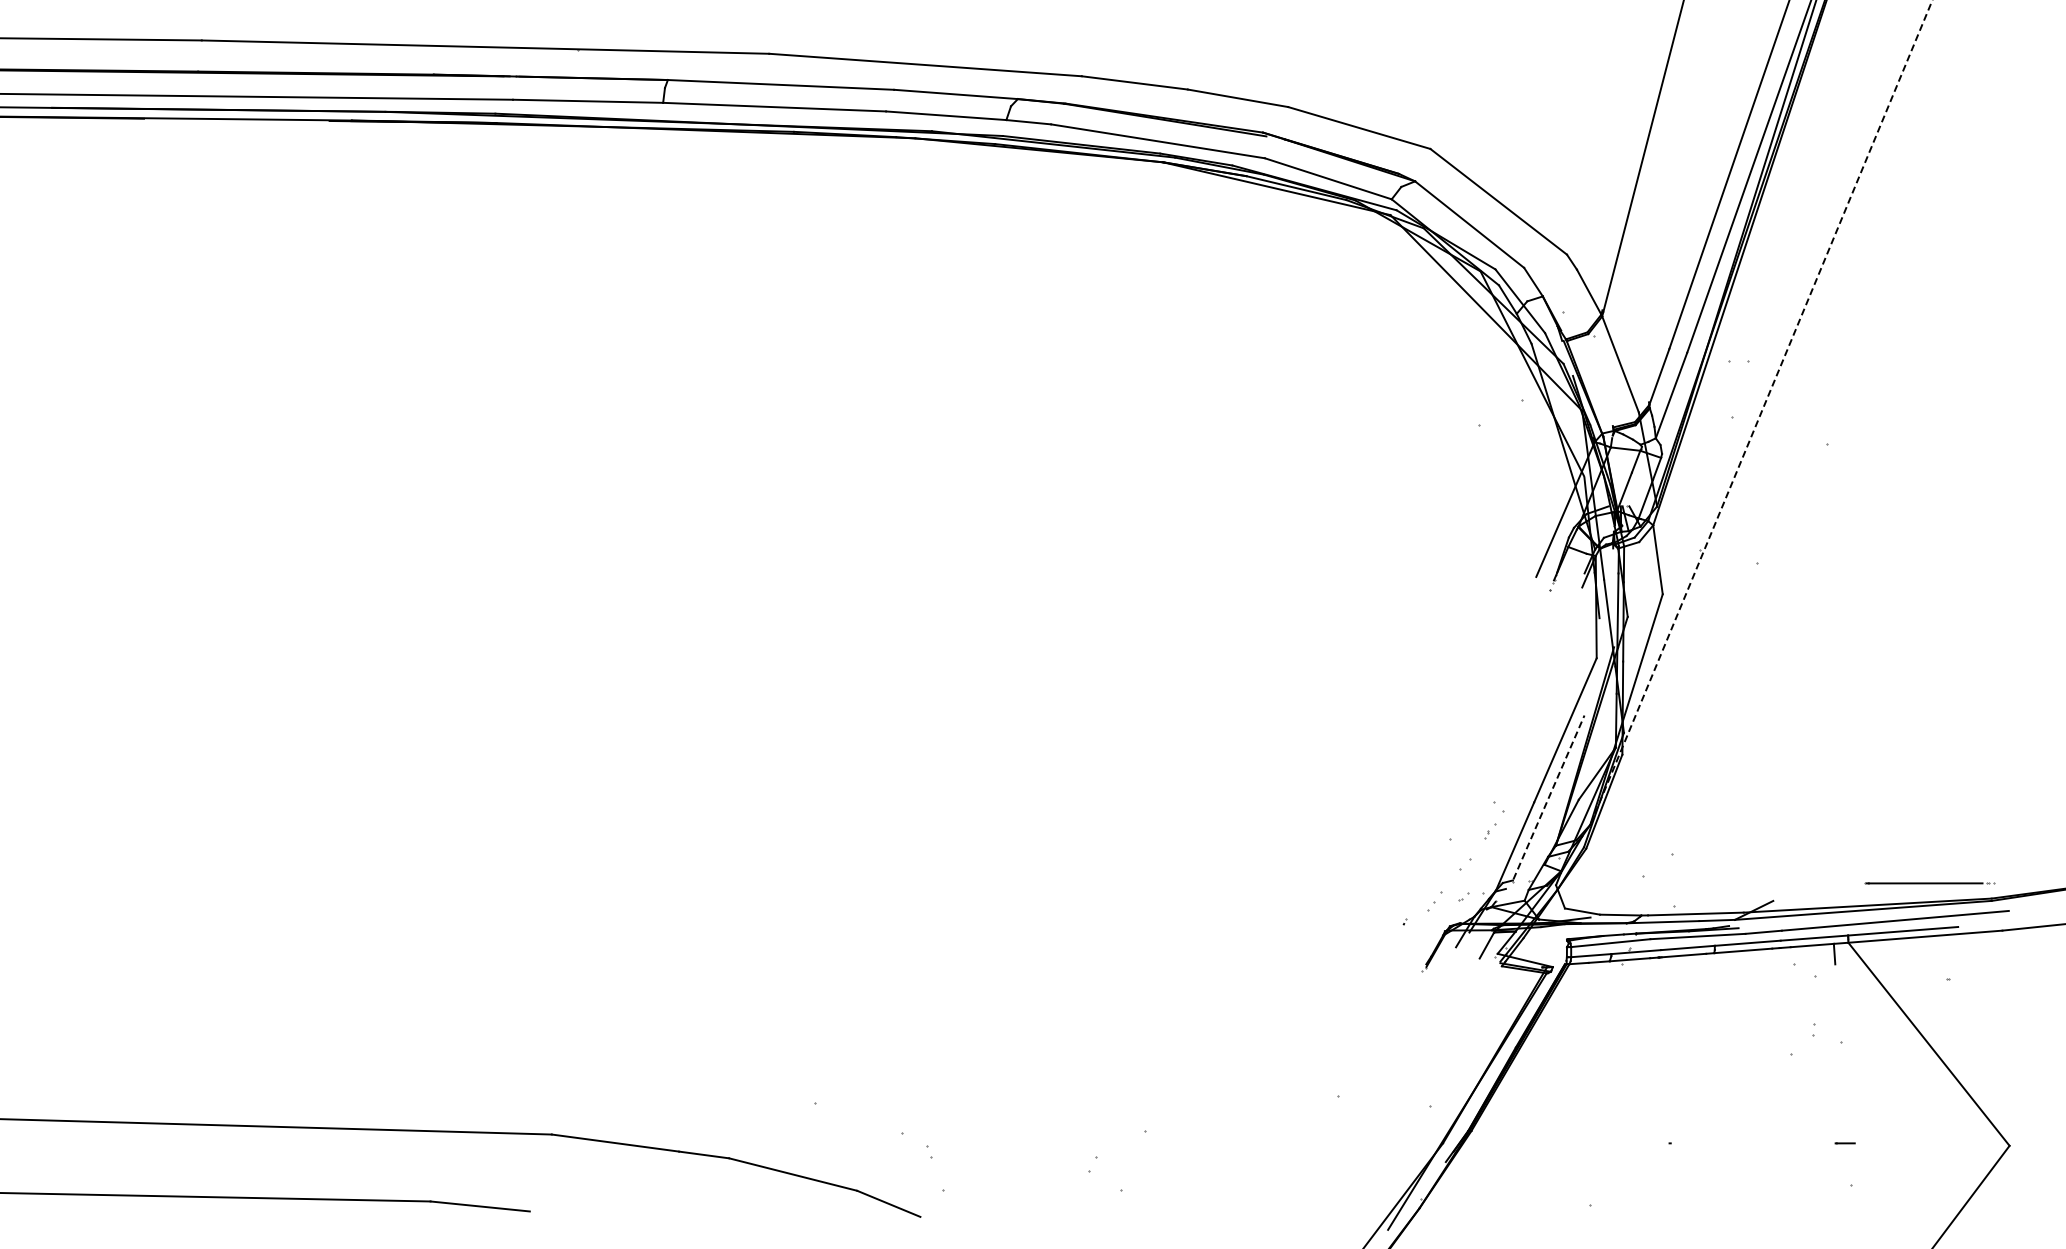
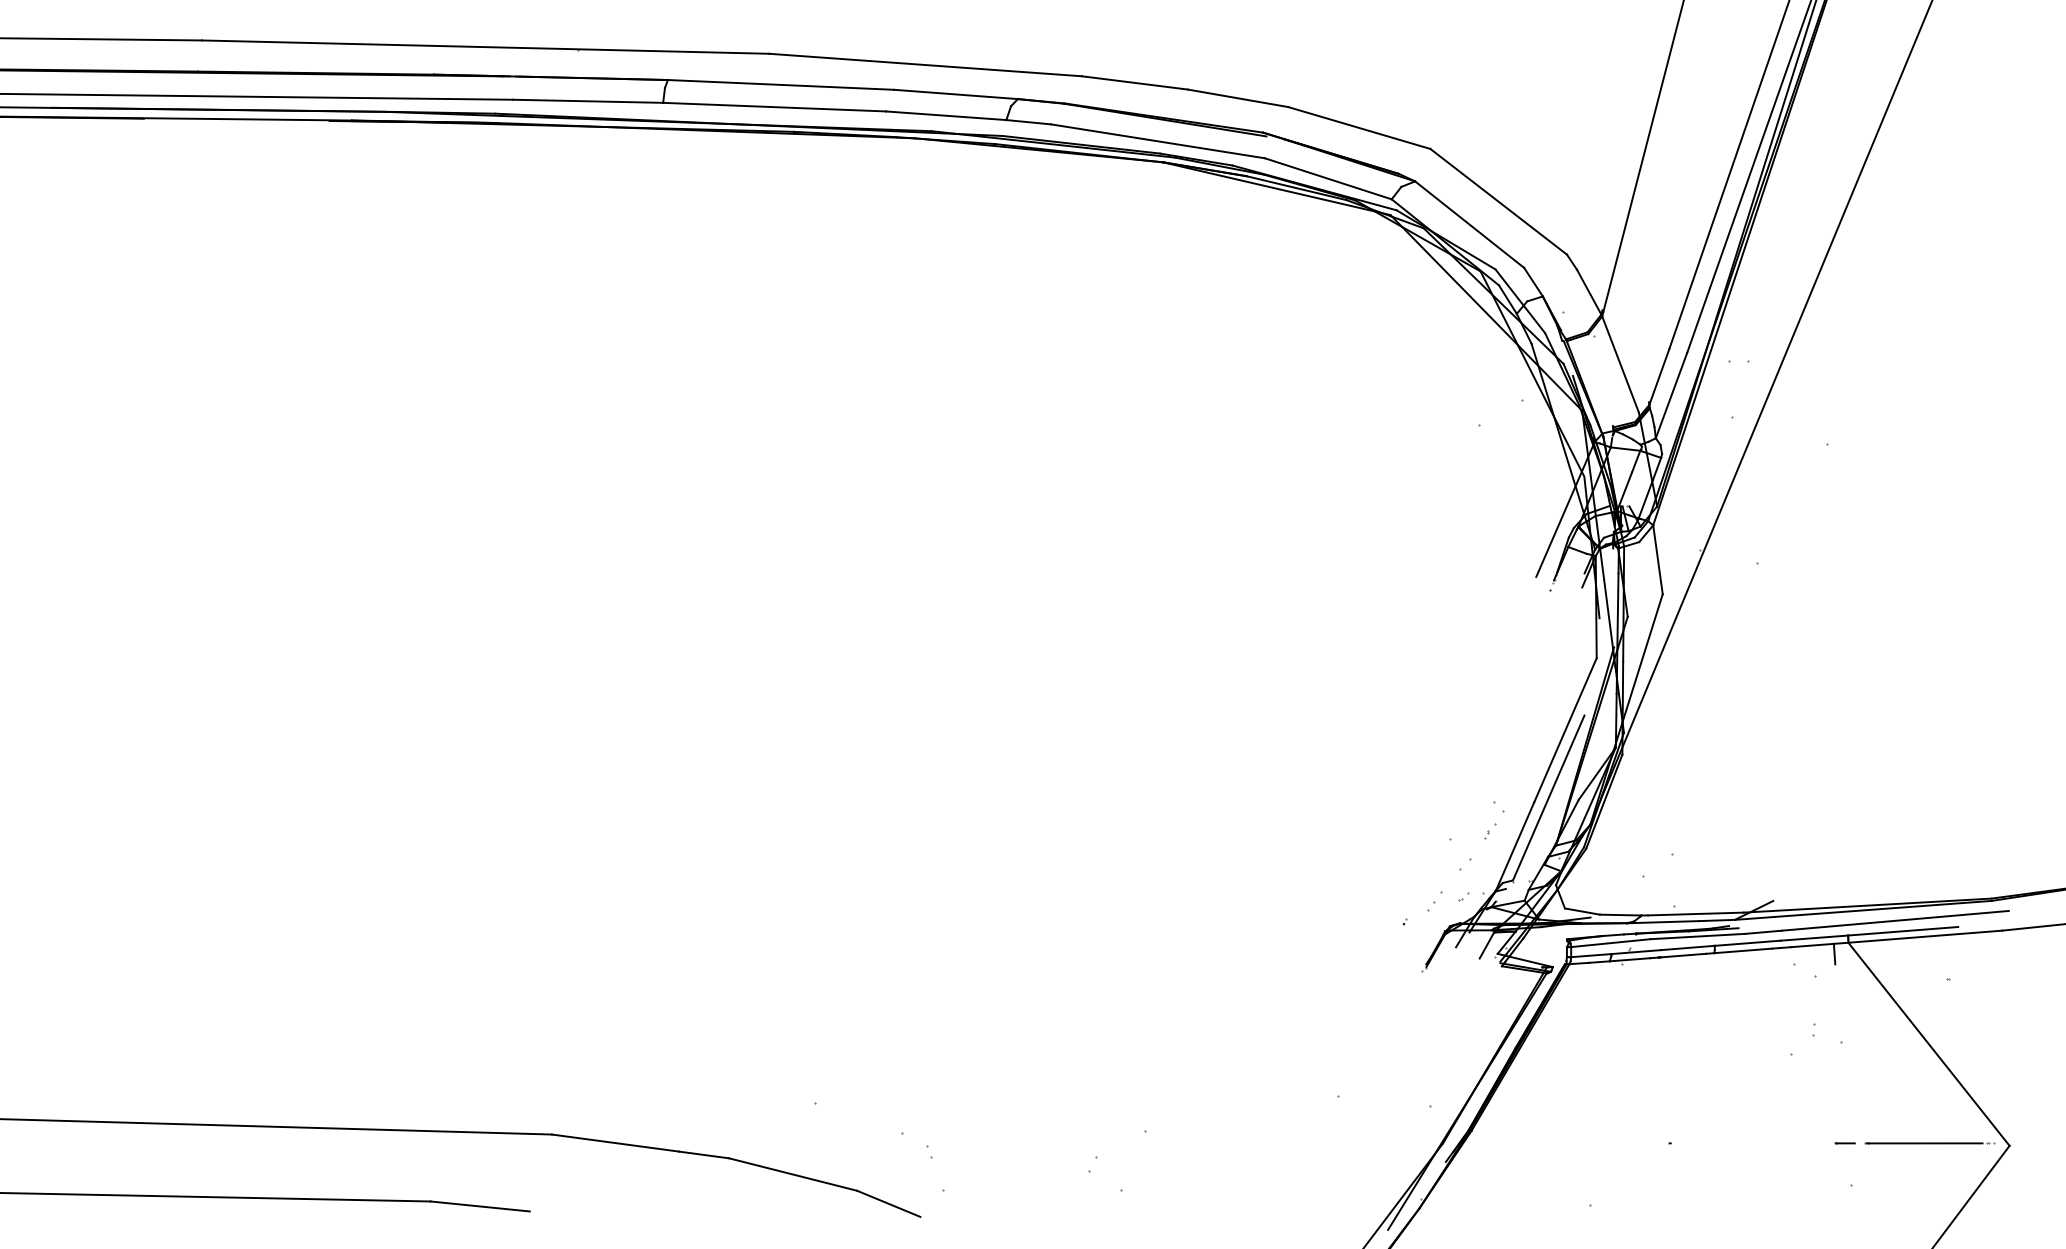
line at (1761, 413): dashed -> solid
line at (1549, 797): dashed -> solid
line at (1929, 883) position: (1929, 883) -> (1929, 1143)
